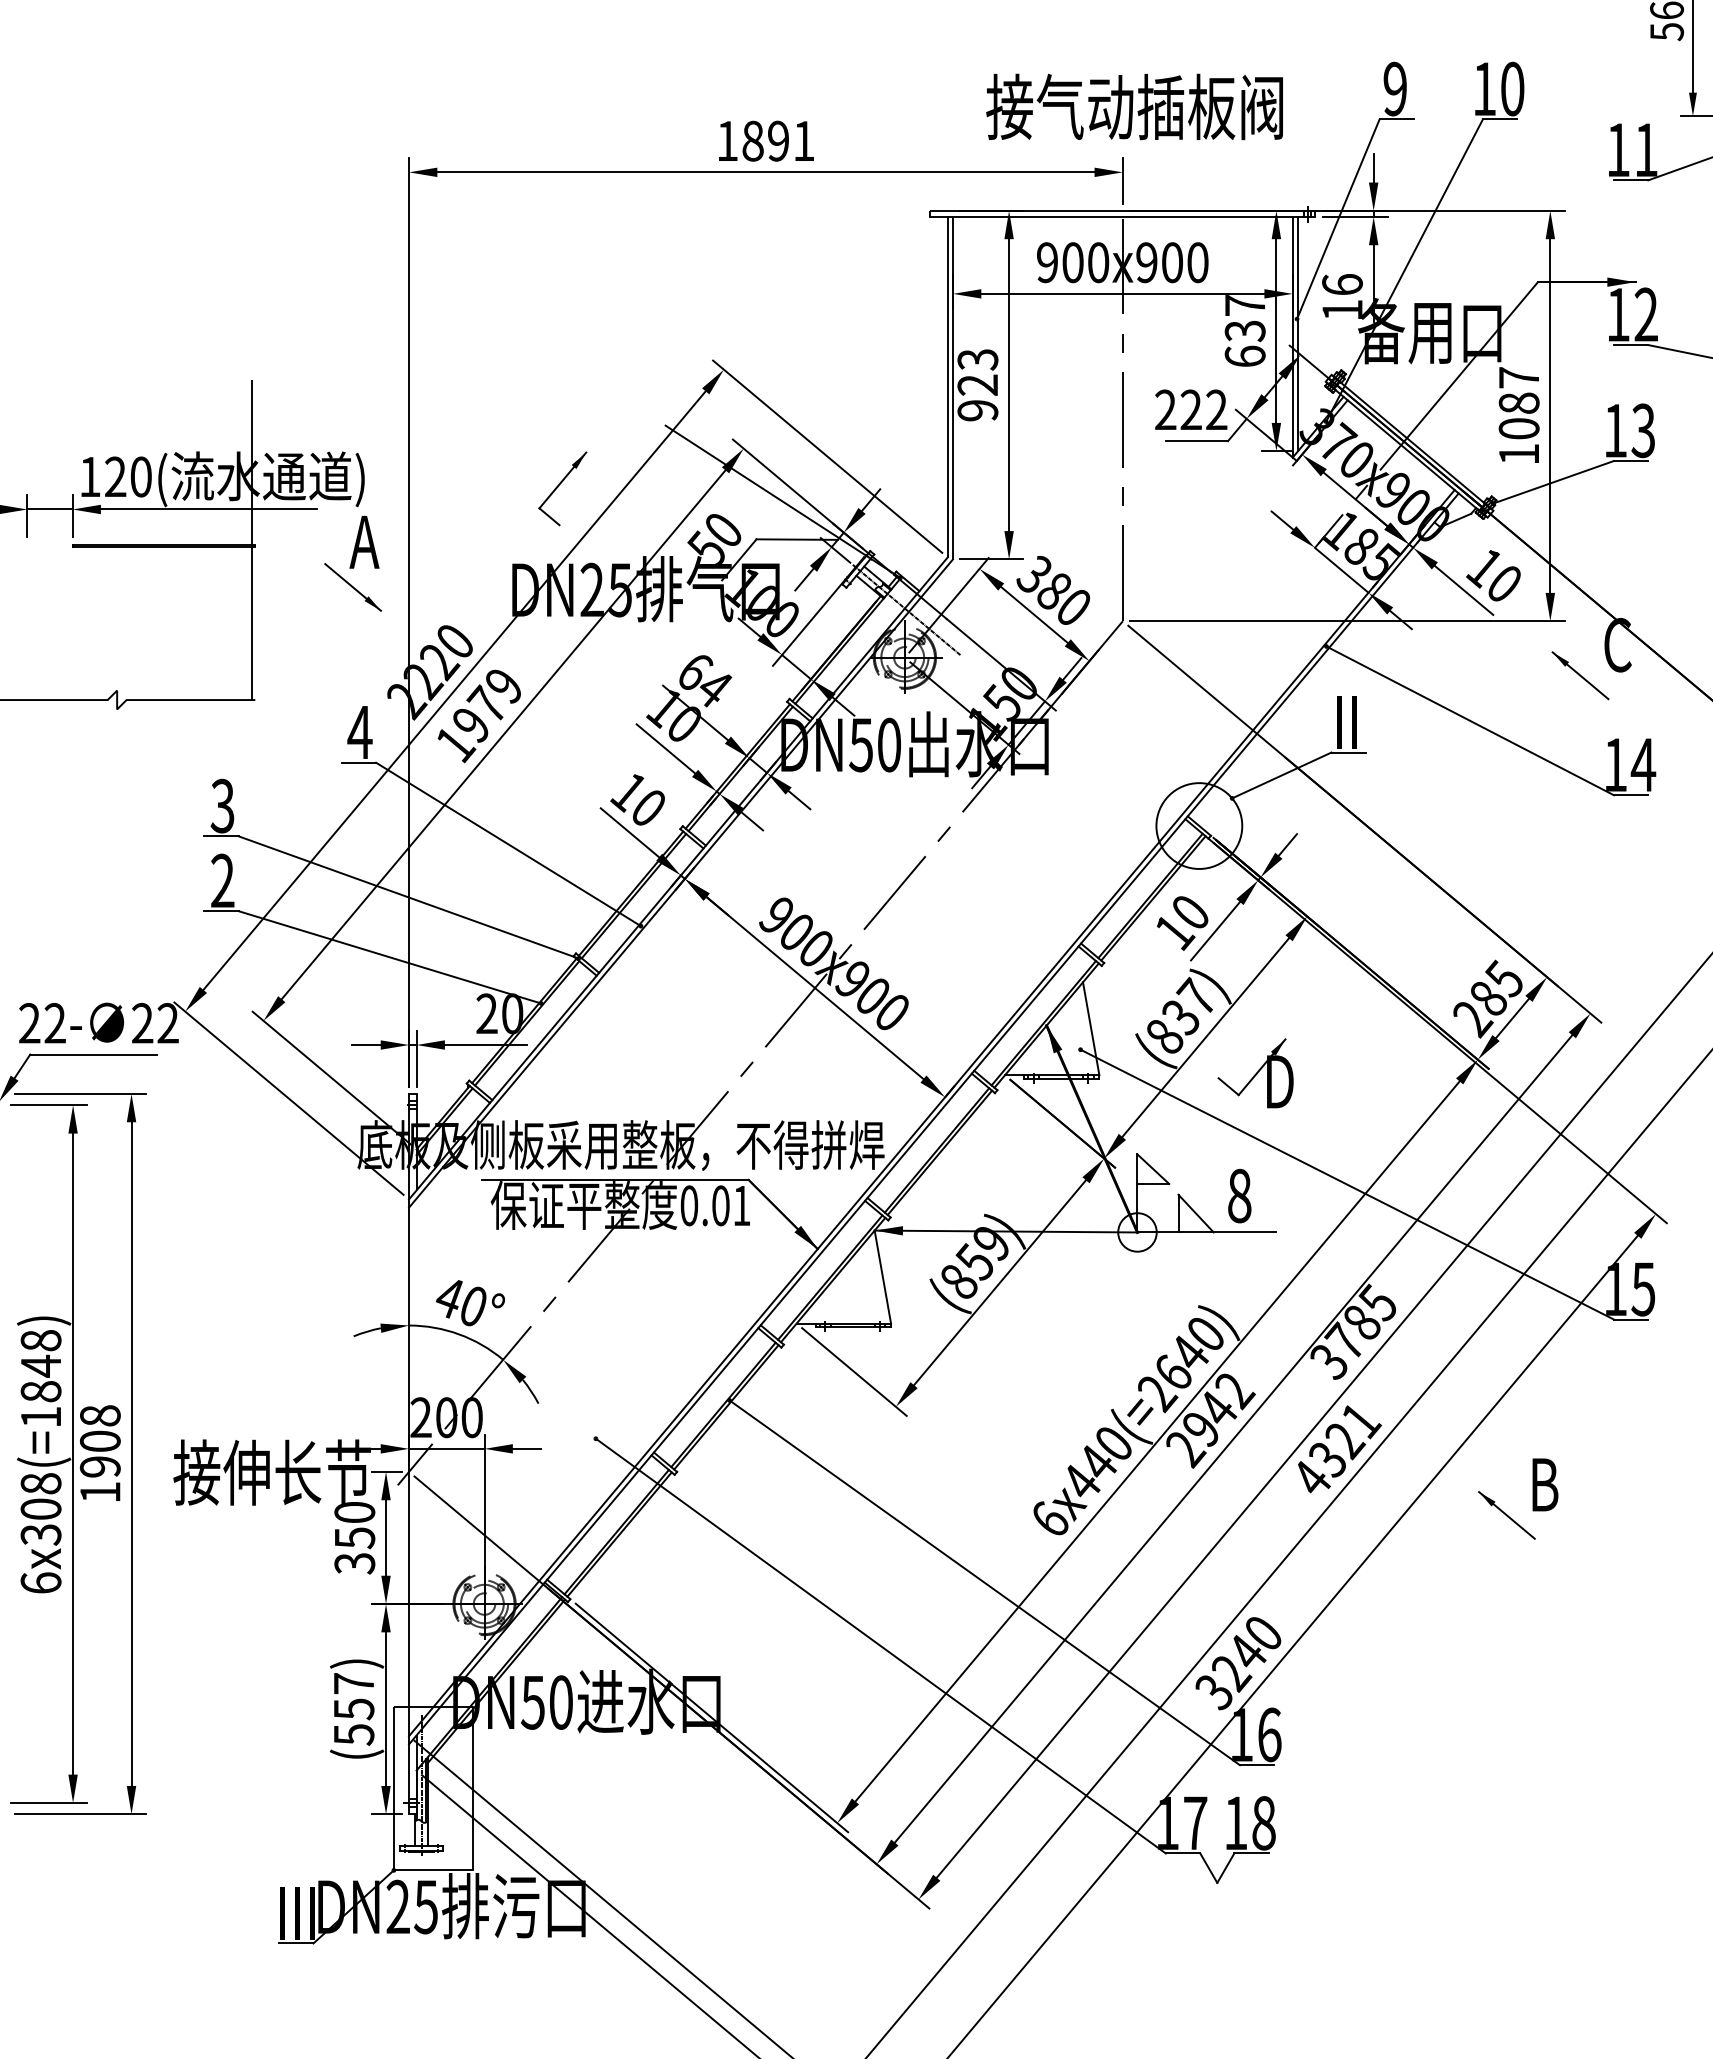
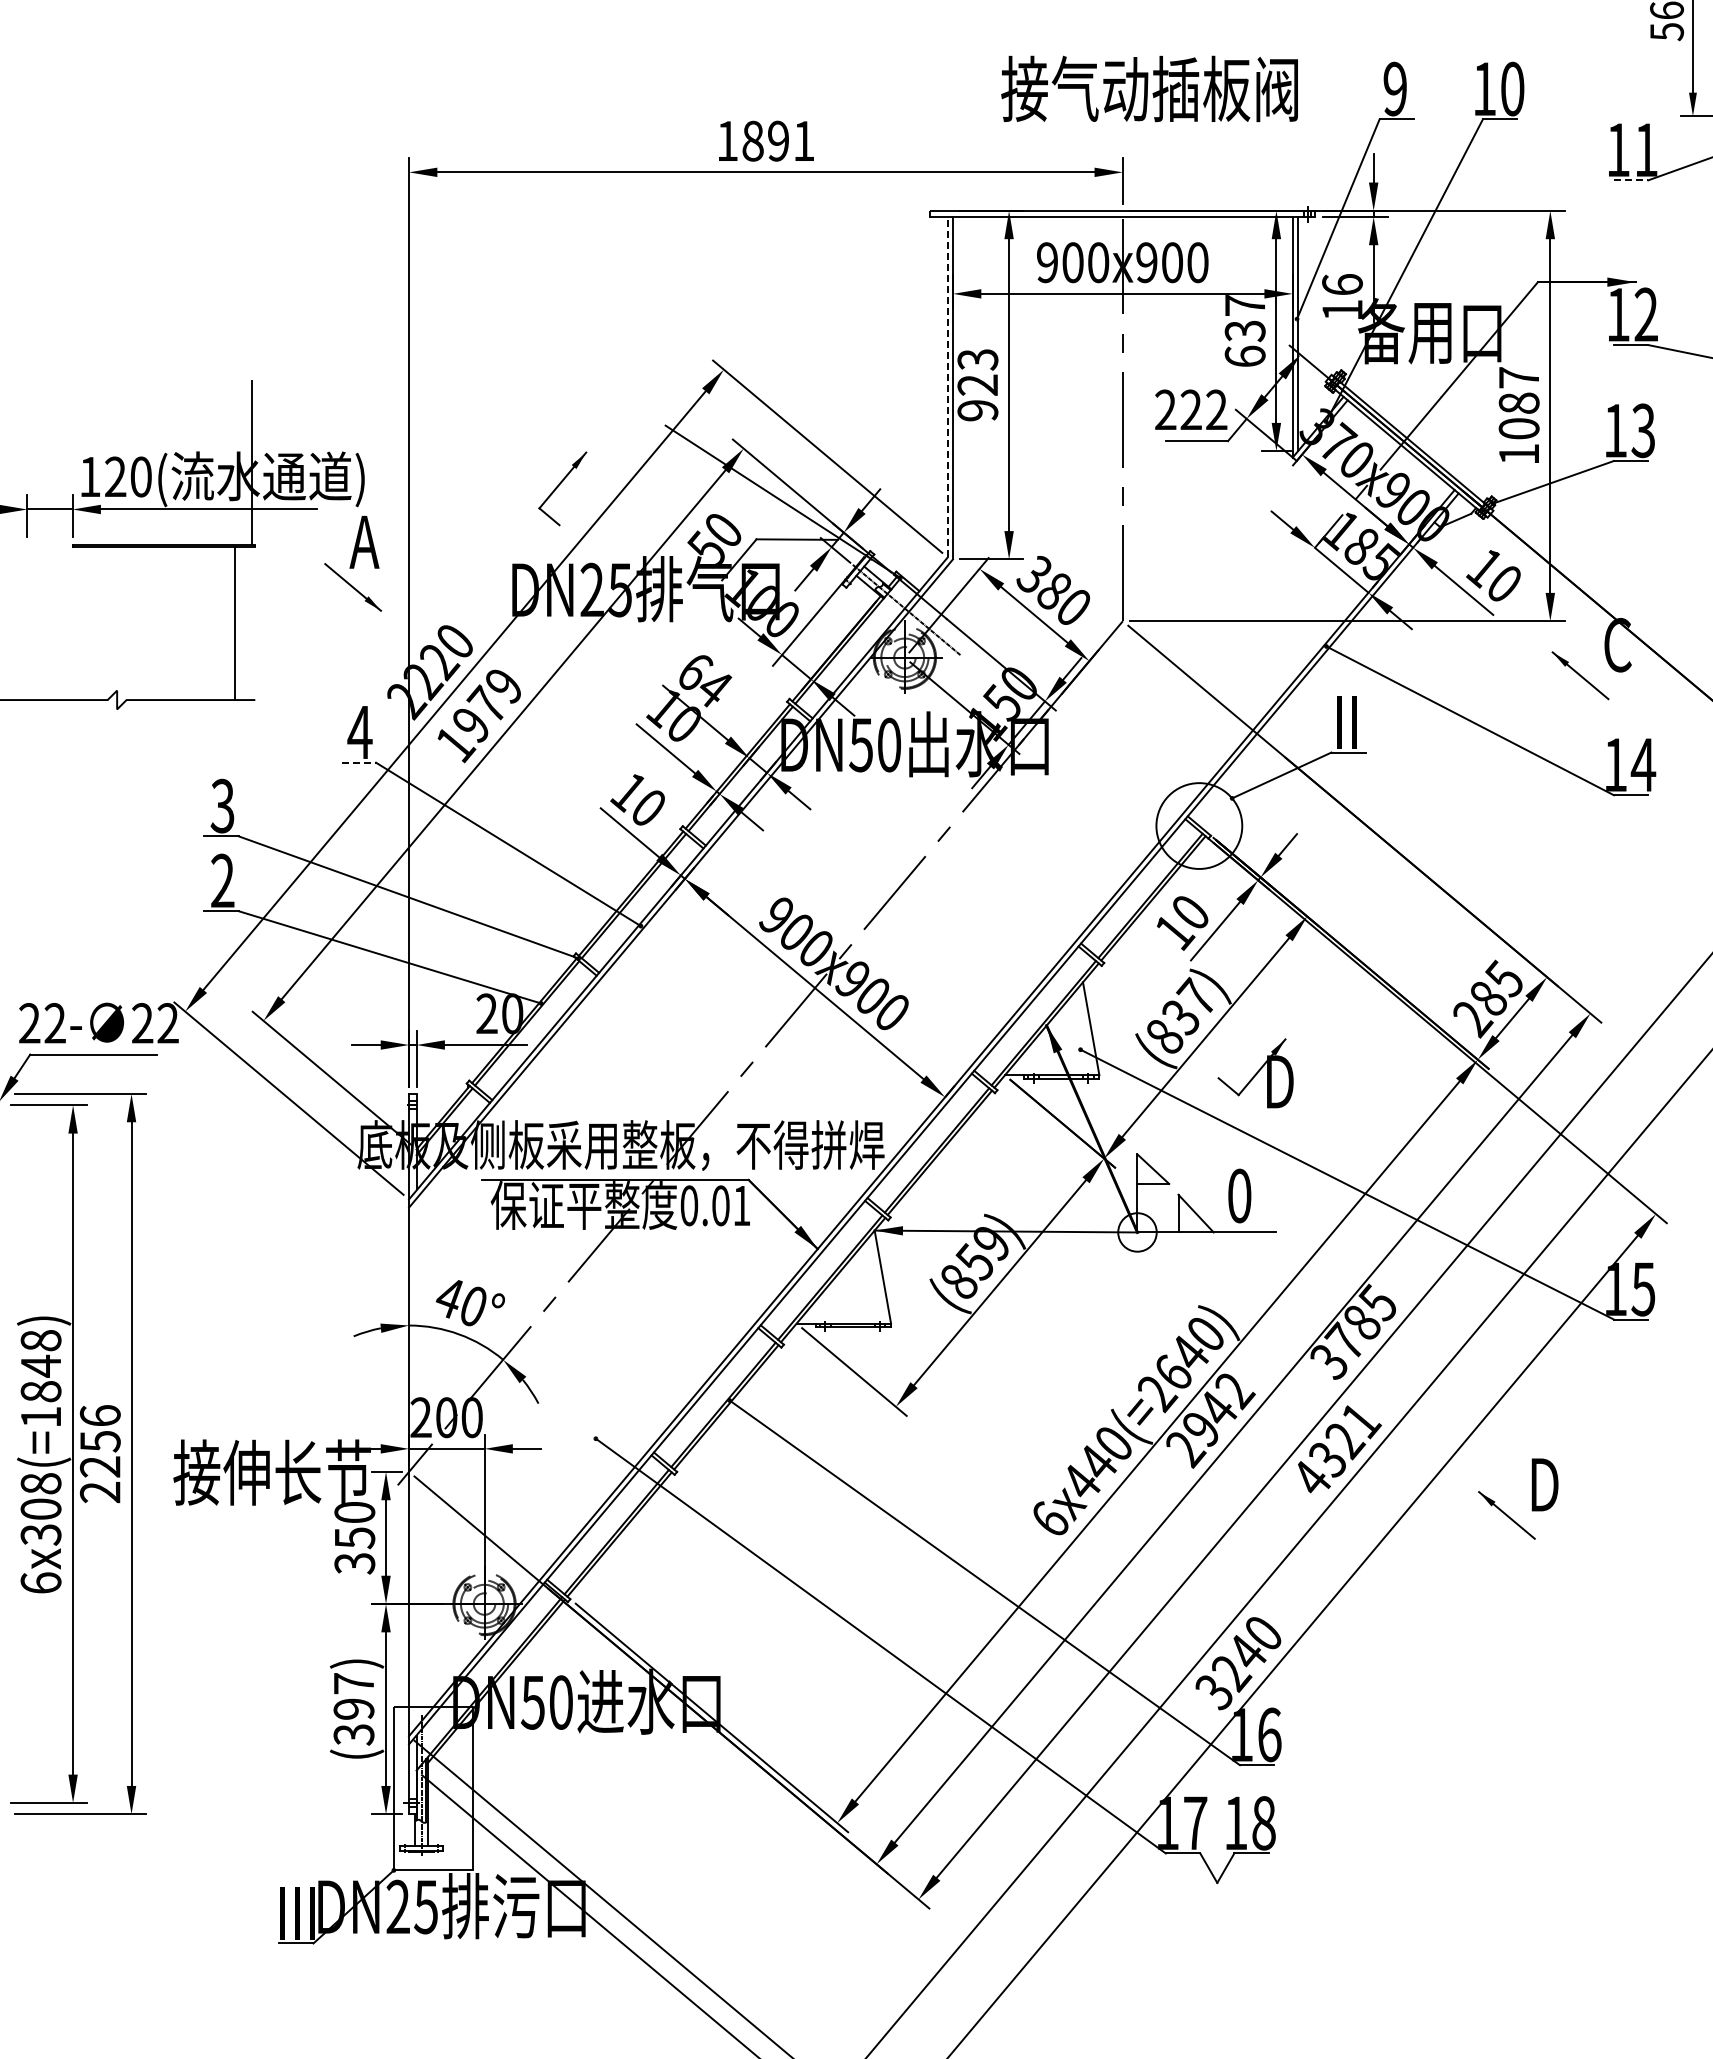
text at (1134, 106) position: (1134, 106) -> (1149, 88)
line at (1631, 180): solid -> dashed
line at (947, 386): solid -> dashed
line at (251, 623) position: (251, 623) -> (234, 623)
line at (359, 762): solid -> dashed
text at (1239, 1195): 8 -> 0
text at (99, 1454): 1908 -> 2256
text at (1544, 1484): B -> D
text at (353, 1721): (557) -> (397)
